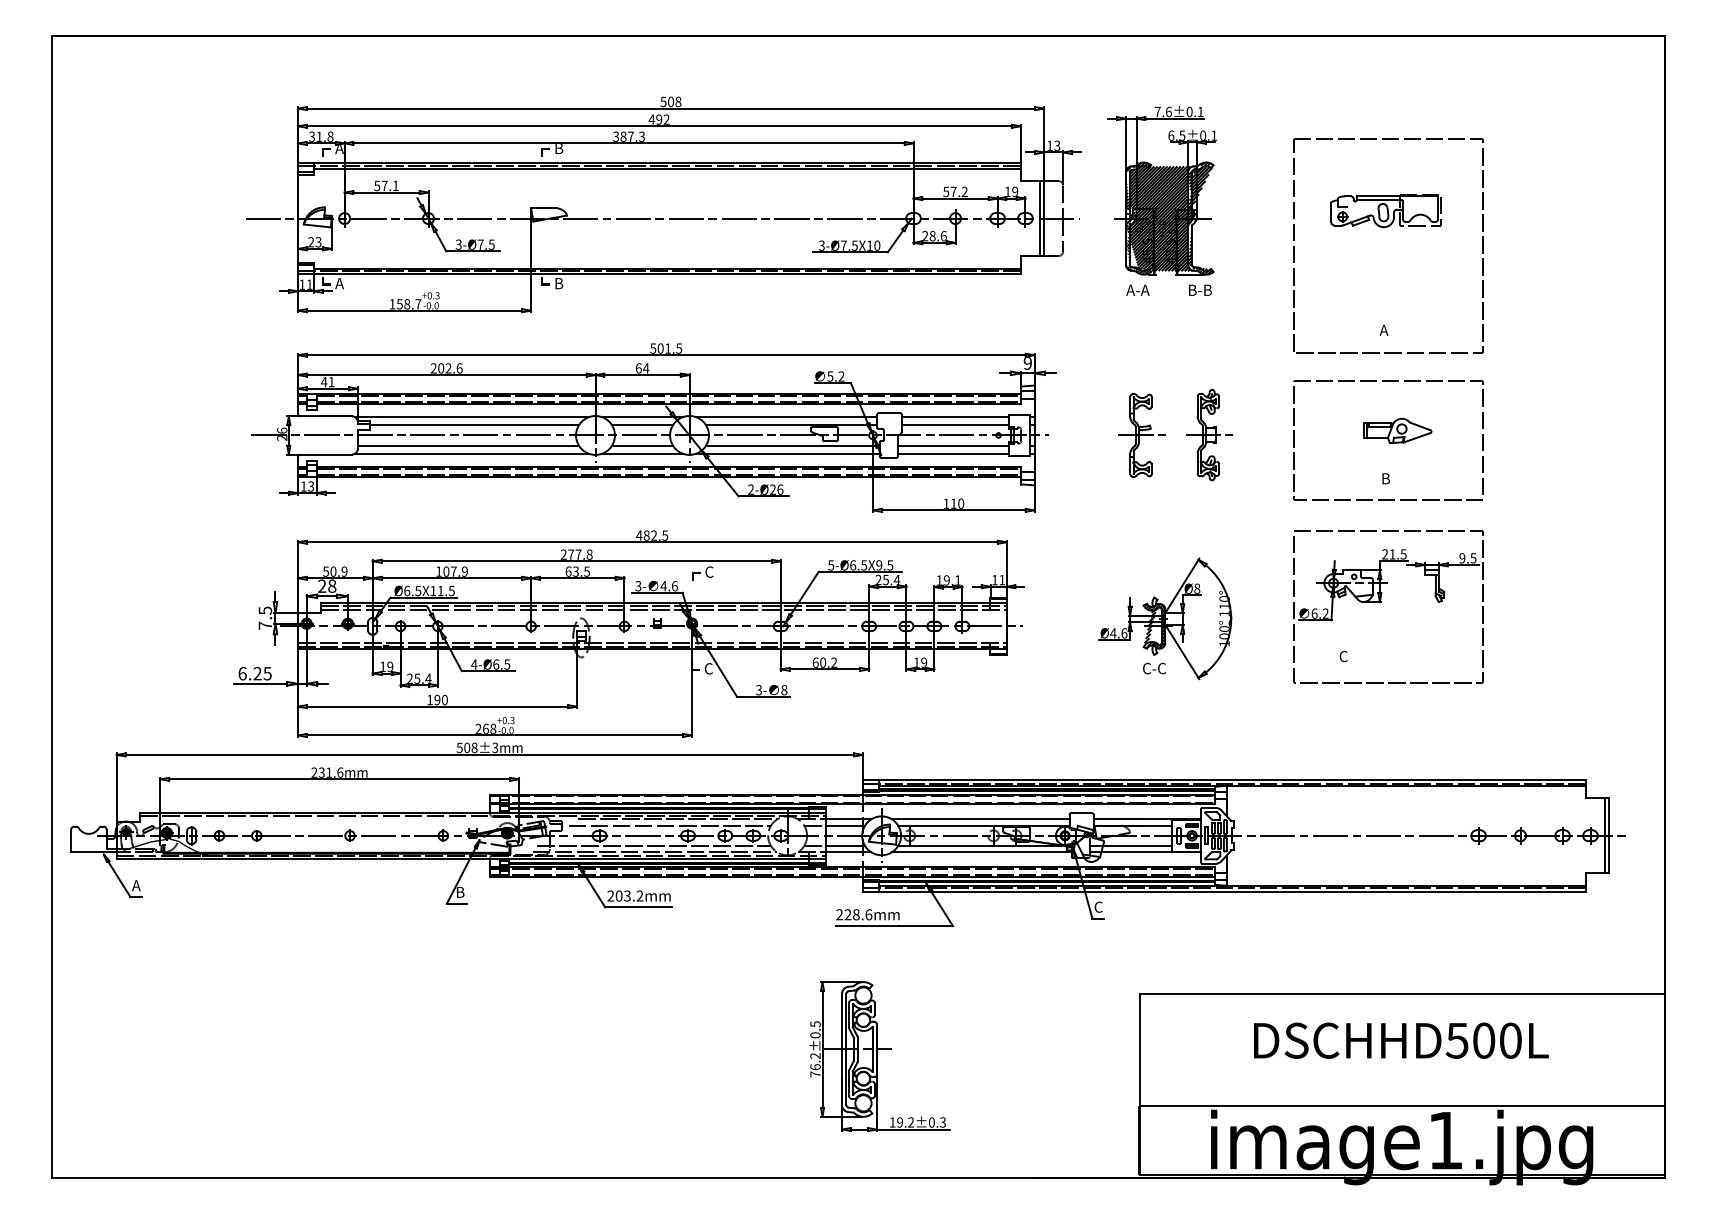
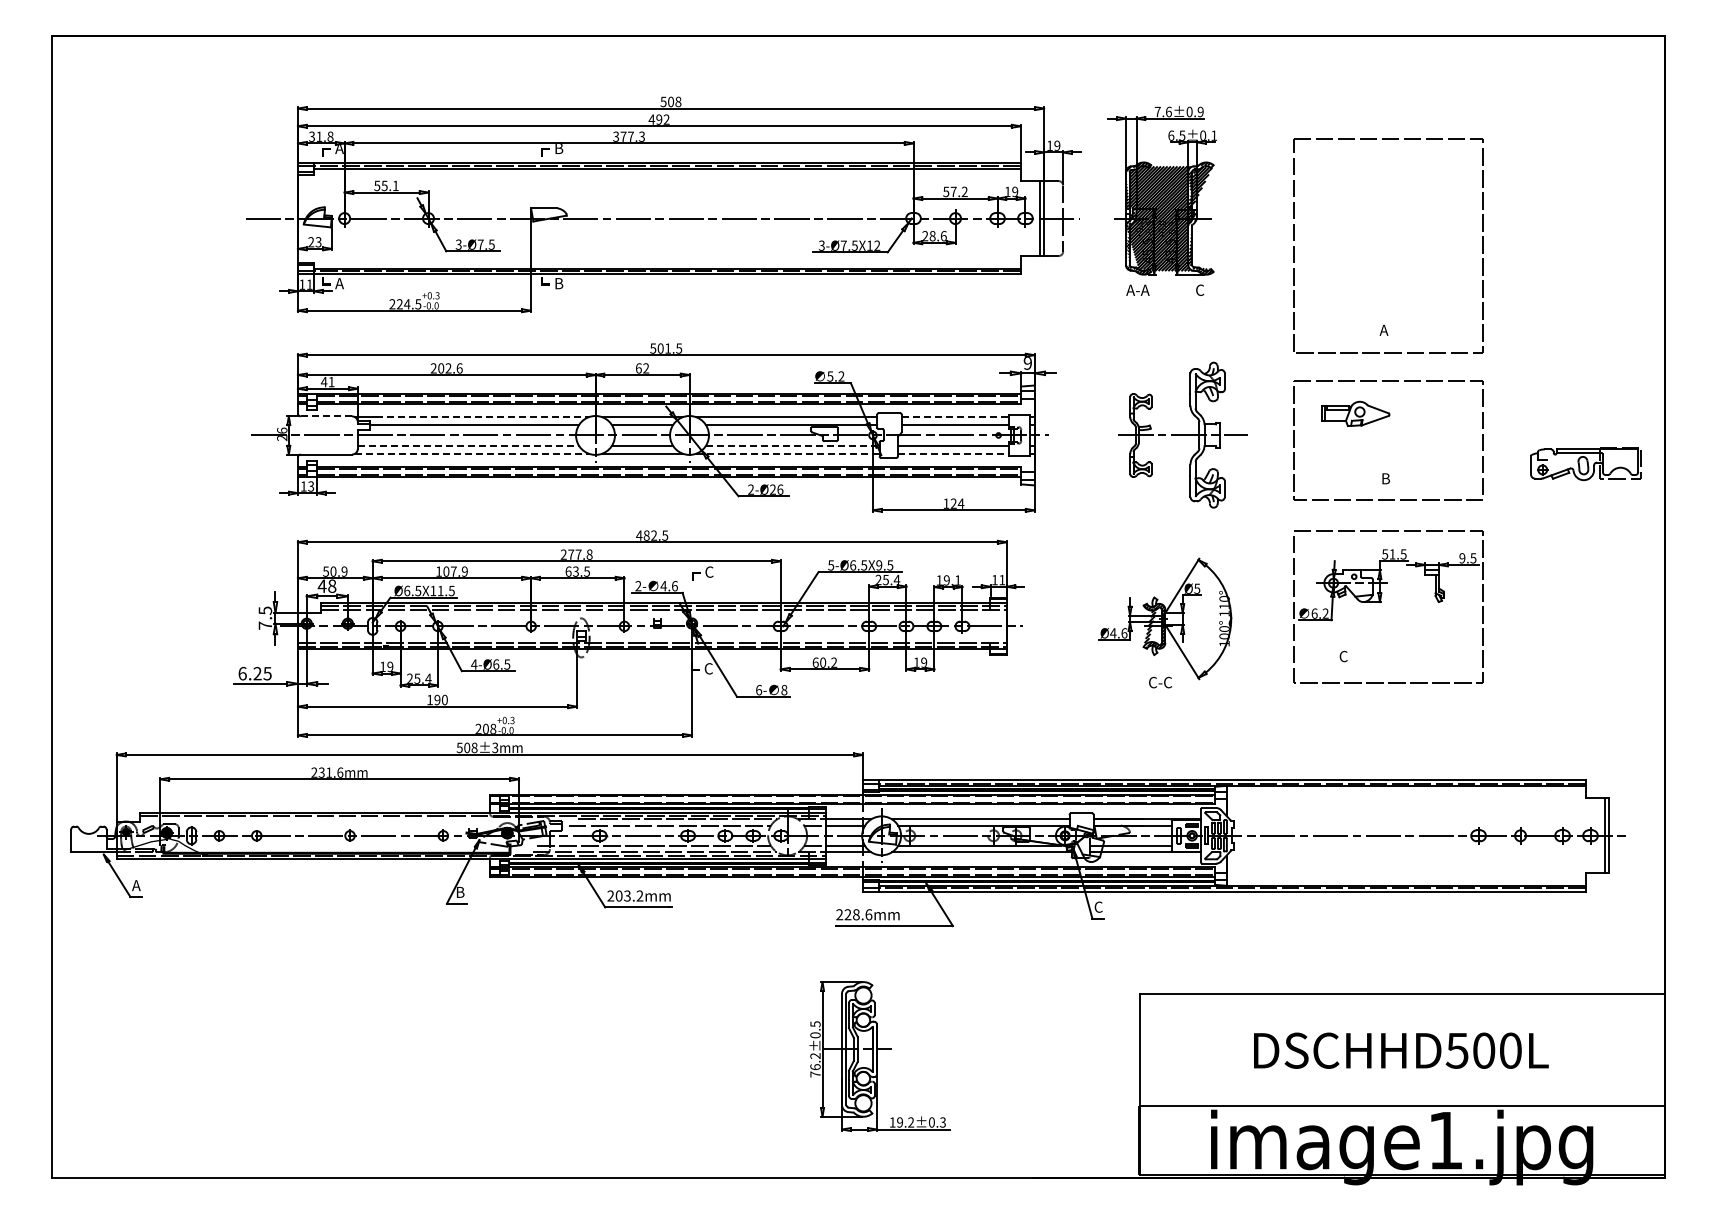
text at (1200, 111): 7.6±0.1 -> 7.6±0.9
text at (623, 136): 387.3 -> 377.3
text at (1057, 145): 13 -> 19
text at (384, 185): 57.1 -> 55.1
part at (1385, 211) position: (1385, 211) -> (1585, 464)
text at (877, 245): 3-Ø7.5X10 -> 3-Ø7.5X12
text at (1200, 289): B-B -> C
text at (405, 304): 158.7 -> 224.5
text at (645, 368): 64 -> 62
line at (326, 416): solid -> dashed
line at (482, 417): solid -> dashed
line at (955, 417): solid -> dashed
part at (1397, 430) position: (1397, 430) -> (1355, 413)
part at (1209, 434) size: 47x94 px -> 77x148 px
line at (468, 445): solid -> dashed
line at (792, 445): solid -> dashed
line at (472, 453): solid -> dashed
line at (787, 453): solid -> dashed
line at (953, 453): solid -> dashed
text at (957, 503): 110 -> 124
text at (1385, 554): 21.5 -> 51.5
text at (321, 585): 28 -> 48
text at (638, 586): 3- -> 2-
text at (1197, 588): Ø8 -> Ø5
text at (1154, 668) position: (1154, 668) -> (1160, 682)
text at (759, 689): 3- -> 6-
text at (485, 728): 268 -> 208
text at (1401, 1040) position: (1401, 1040) -> (1401, 1050)
